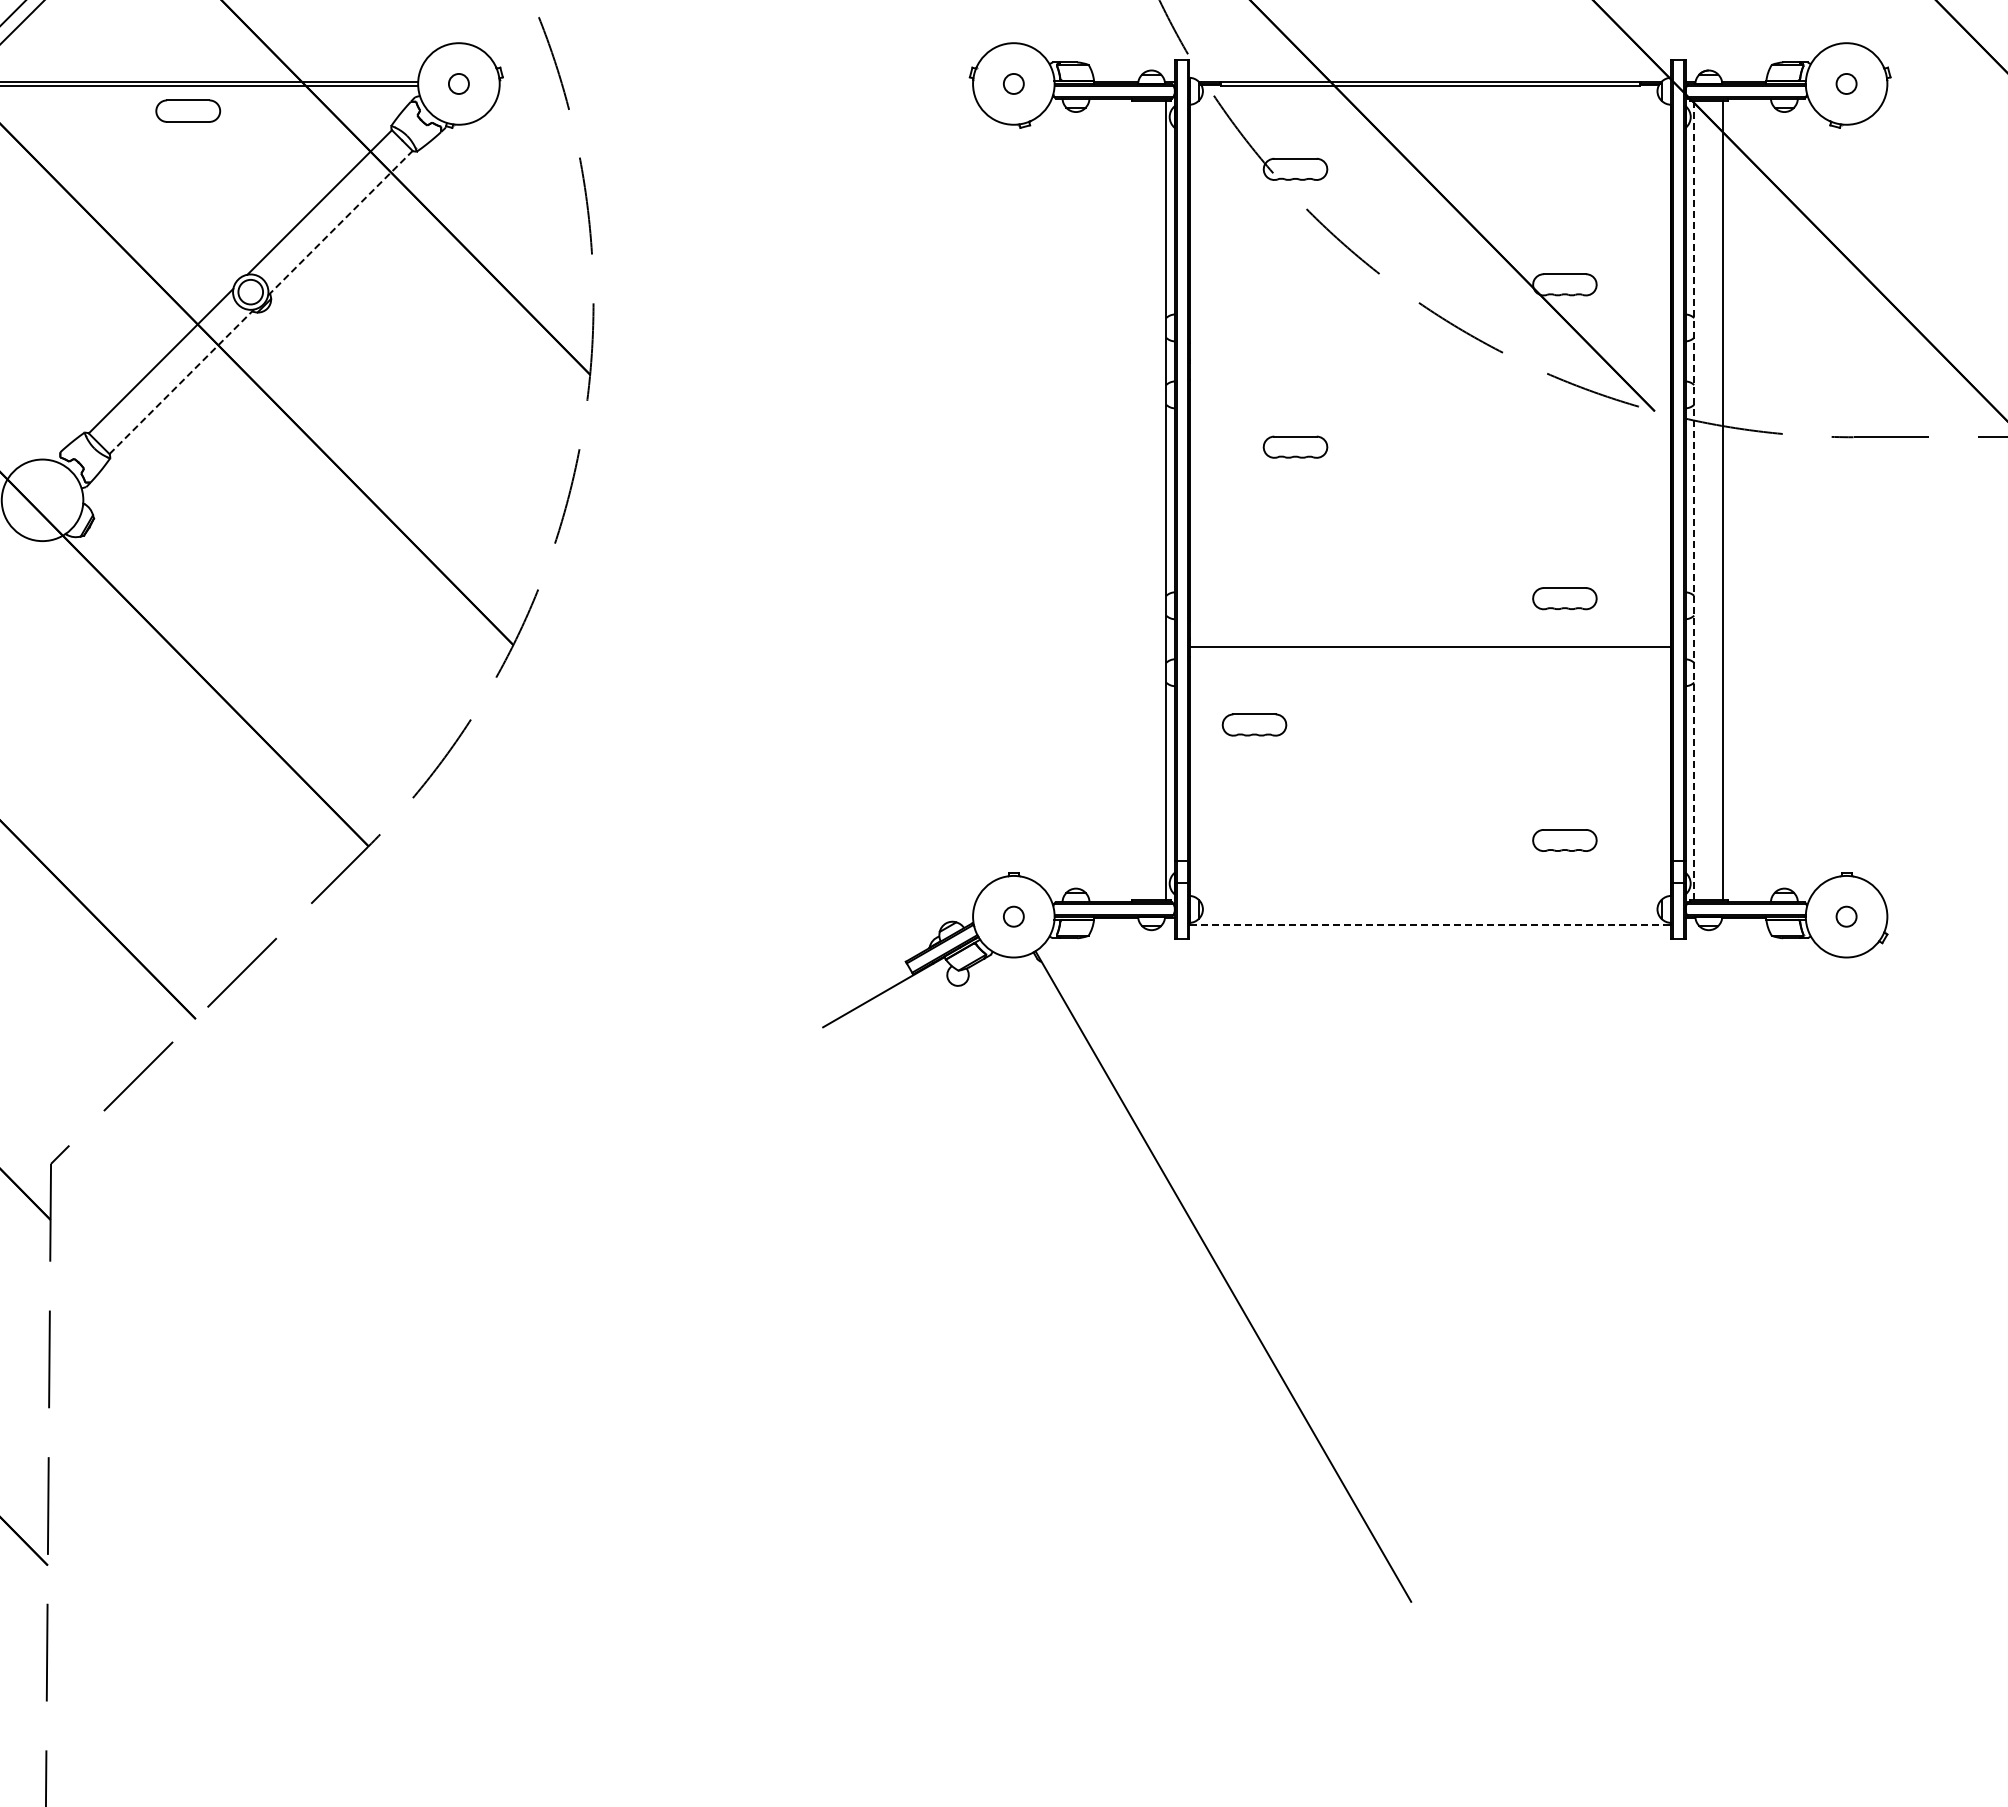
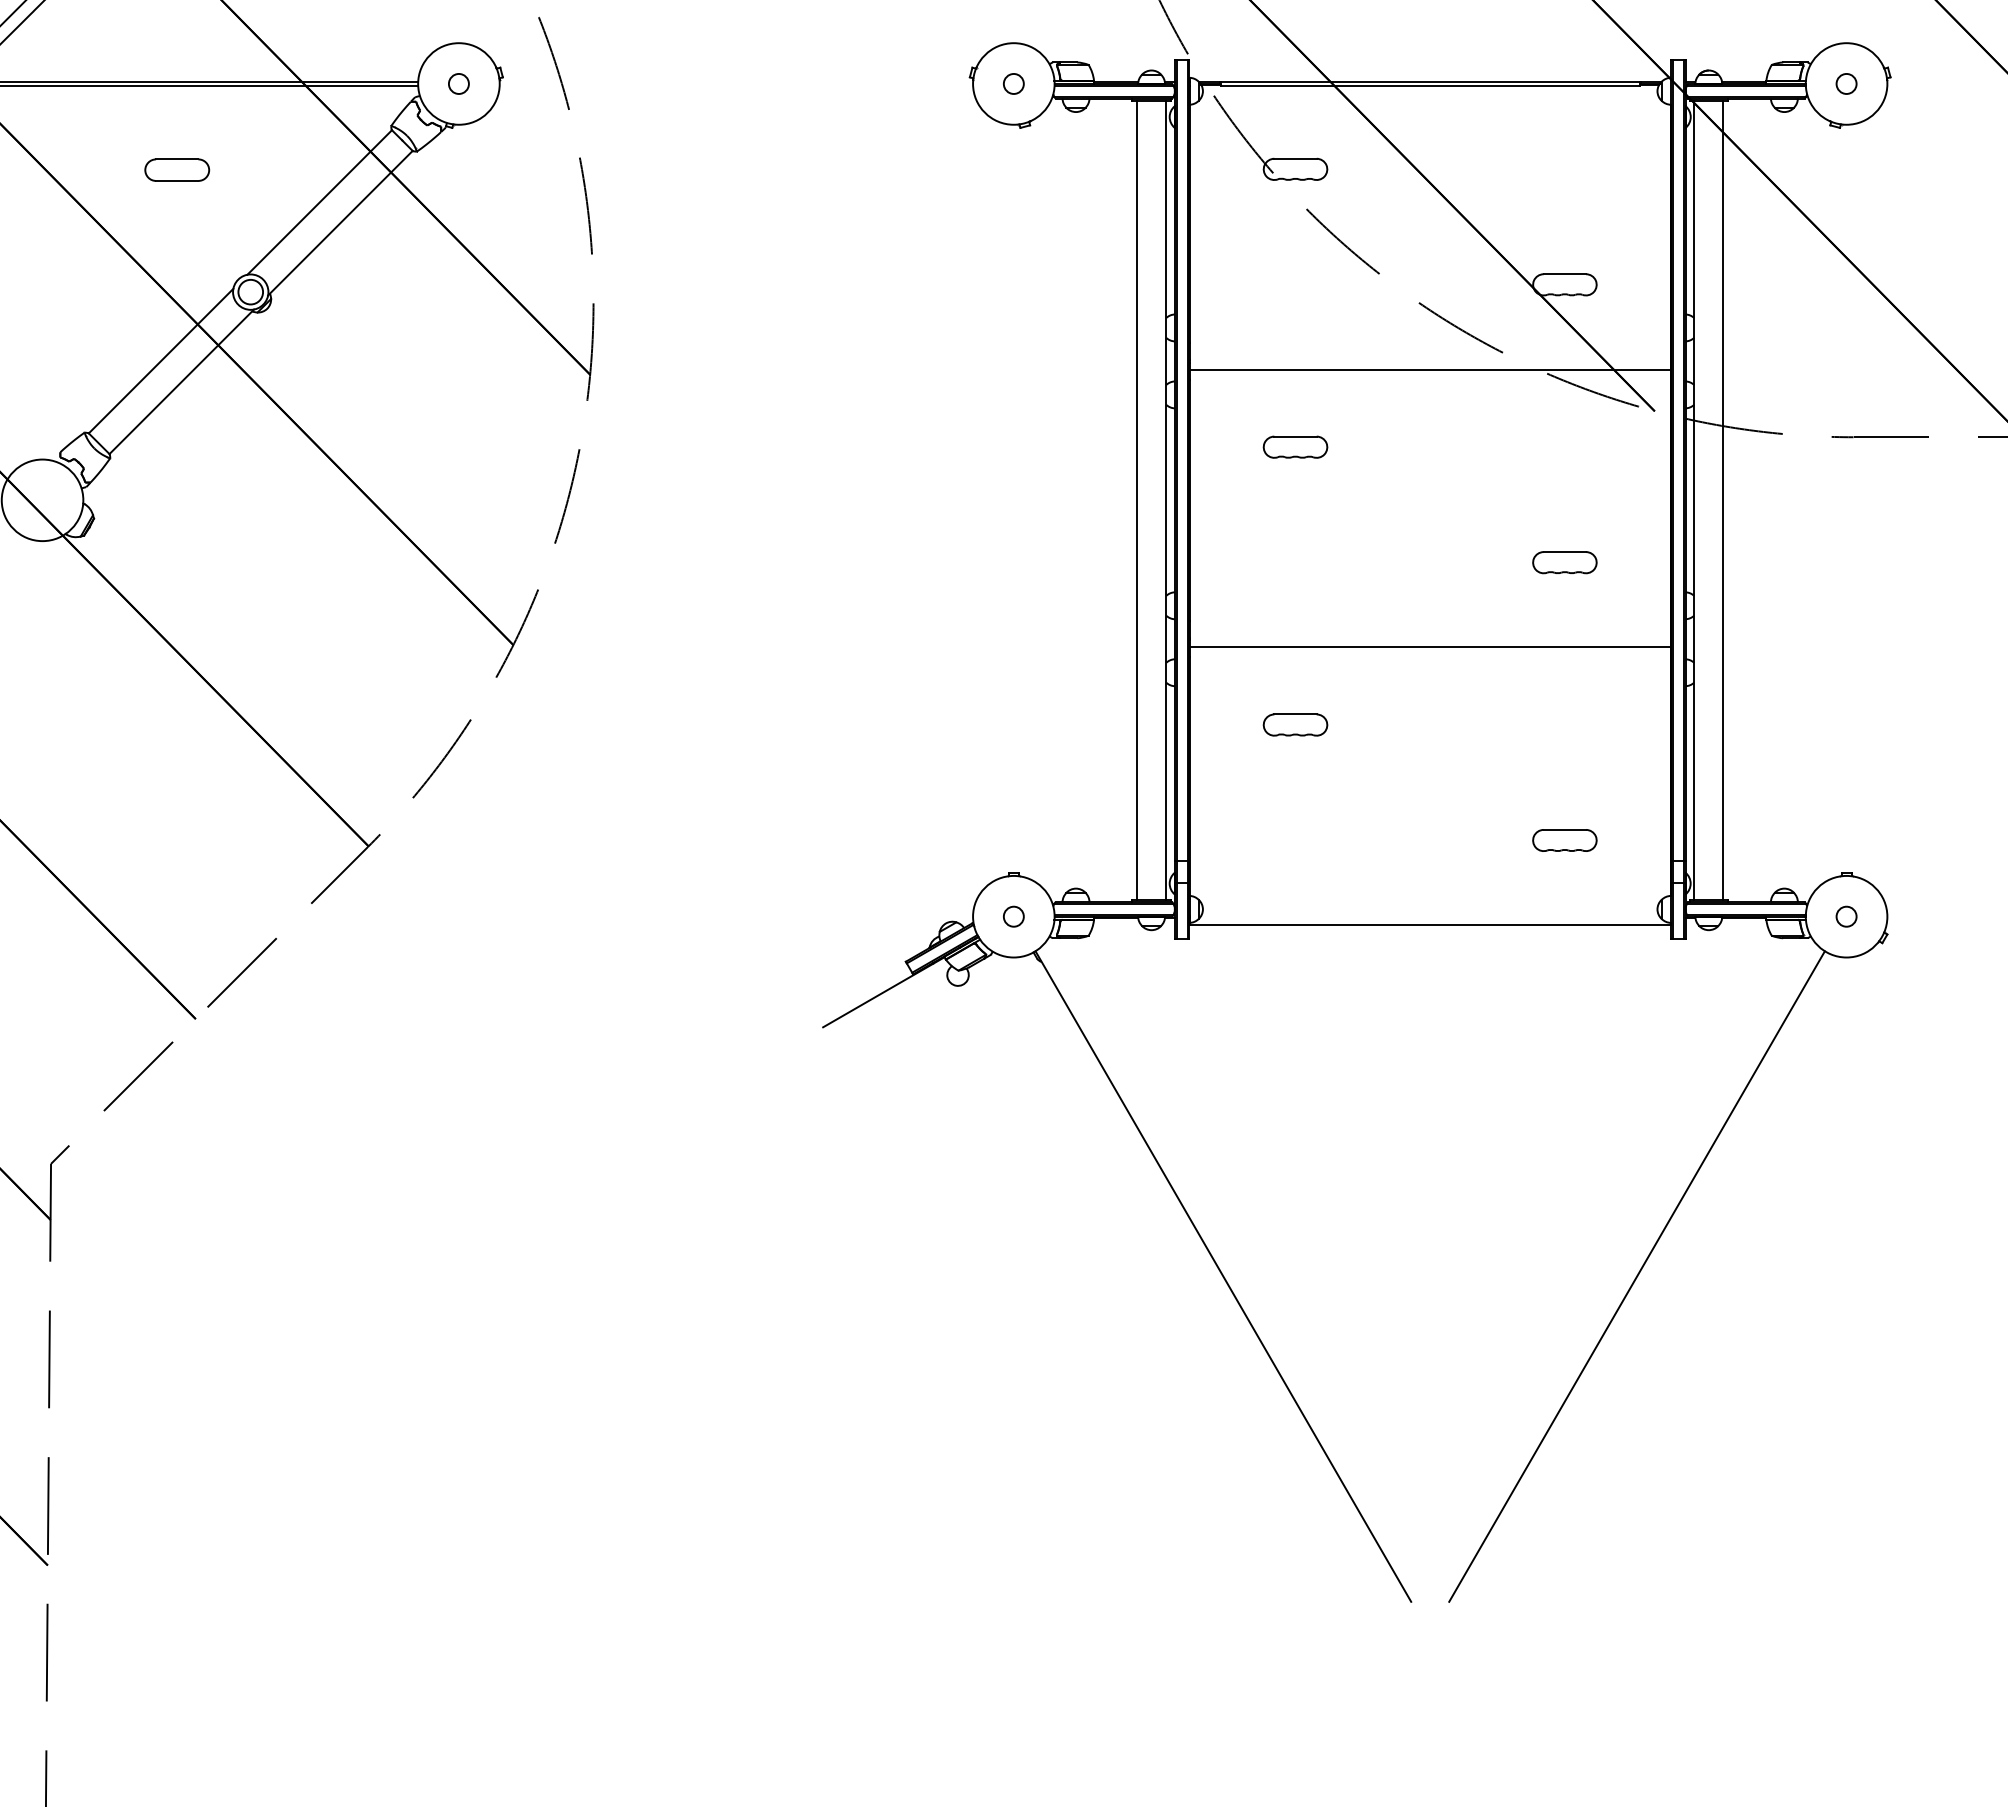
part at (188, 110) position: (188, 110) -> (177, 169)
line at (340, 222): dashed -> solid
line at (1429, 369): none -> present
line at (182, 381): dashed -> solid
line at (1136, 499): none -> present
line at (1694, 499): dashed -> solid
part at (1564, 598) position: (1564, 598) -> (1564, 562)
part at (1254, 724) position: (1254, 724) -> (1295, 724)
line at (1430, 925): dashed -> solid
line at (1636, 1276): none -> present
